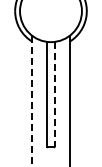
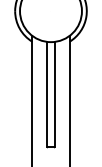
line at (54, 94): dashed -> solid
line at (32, 101): dashed -> solid
